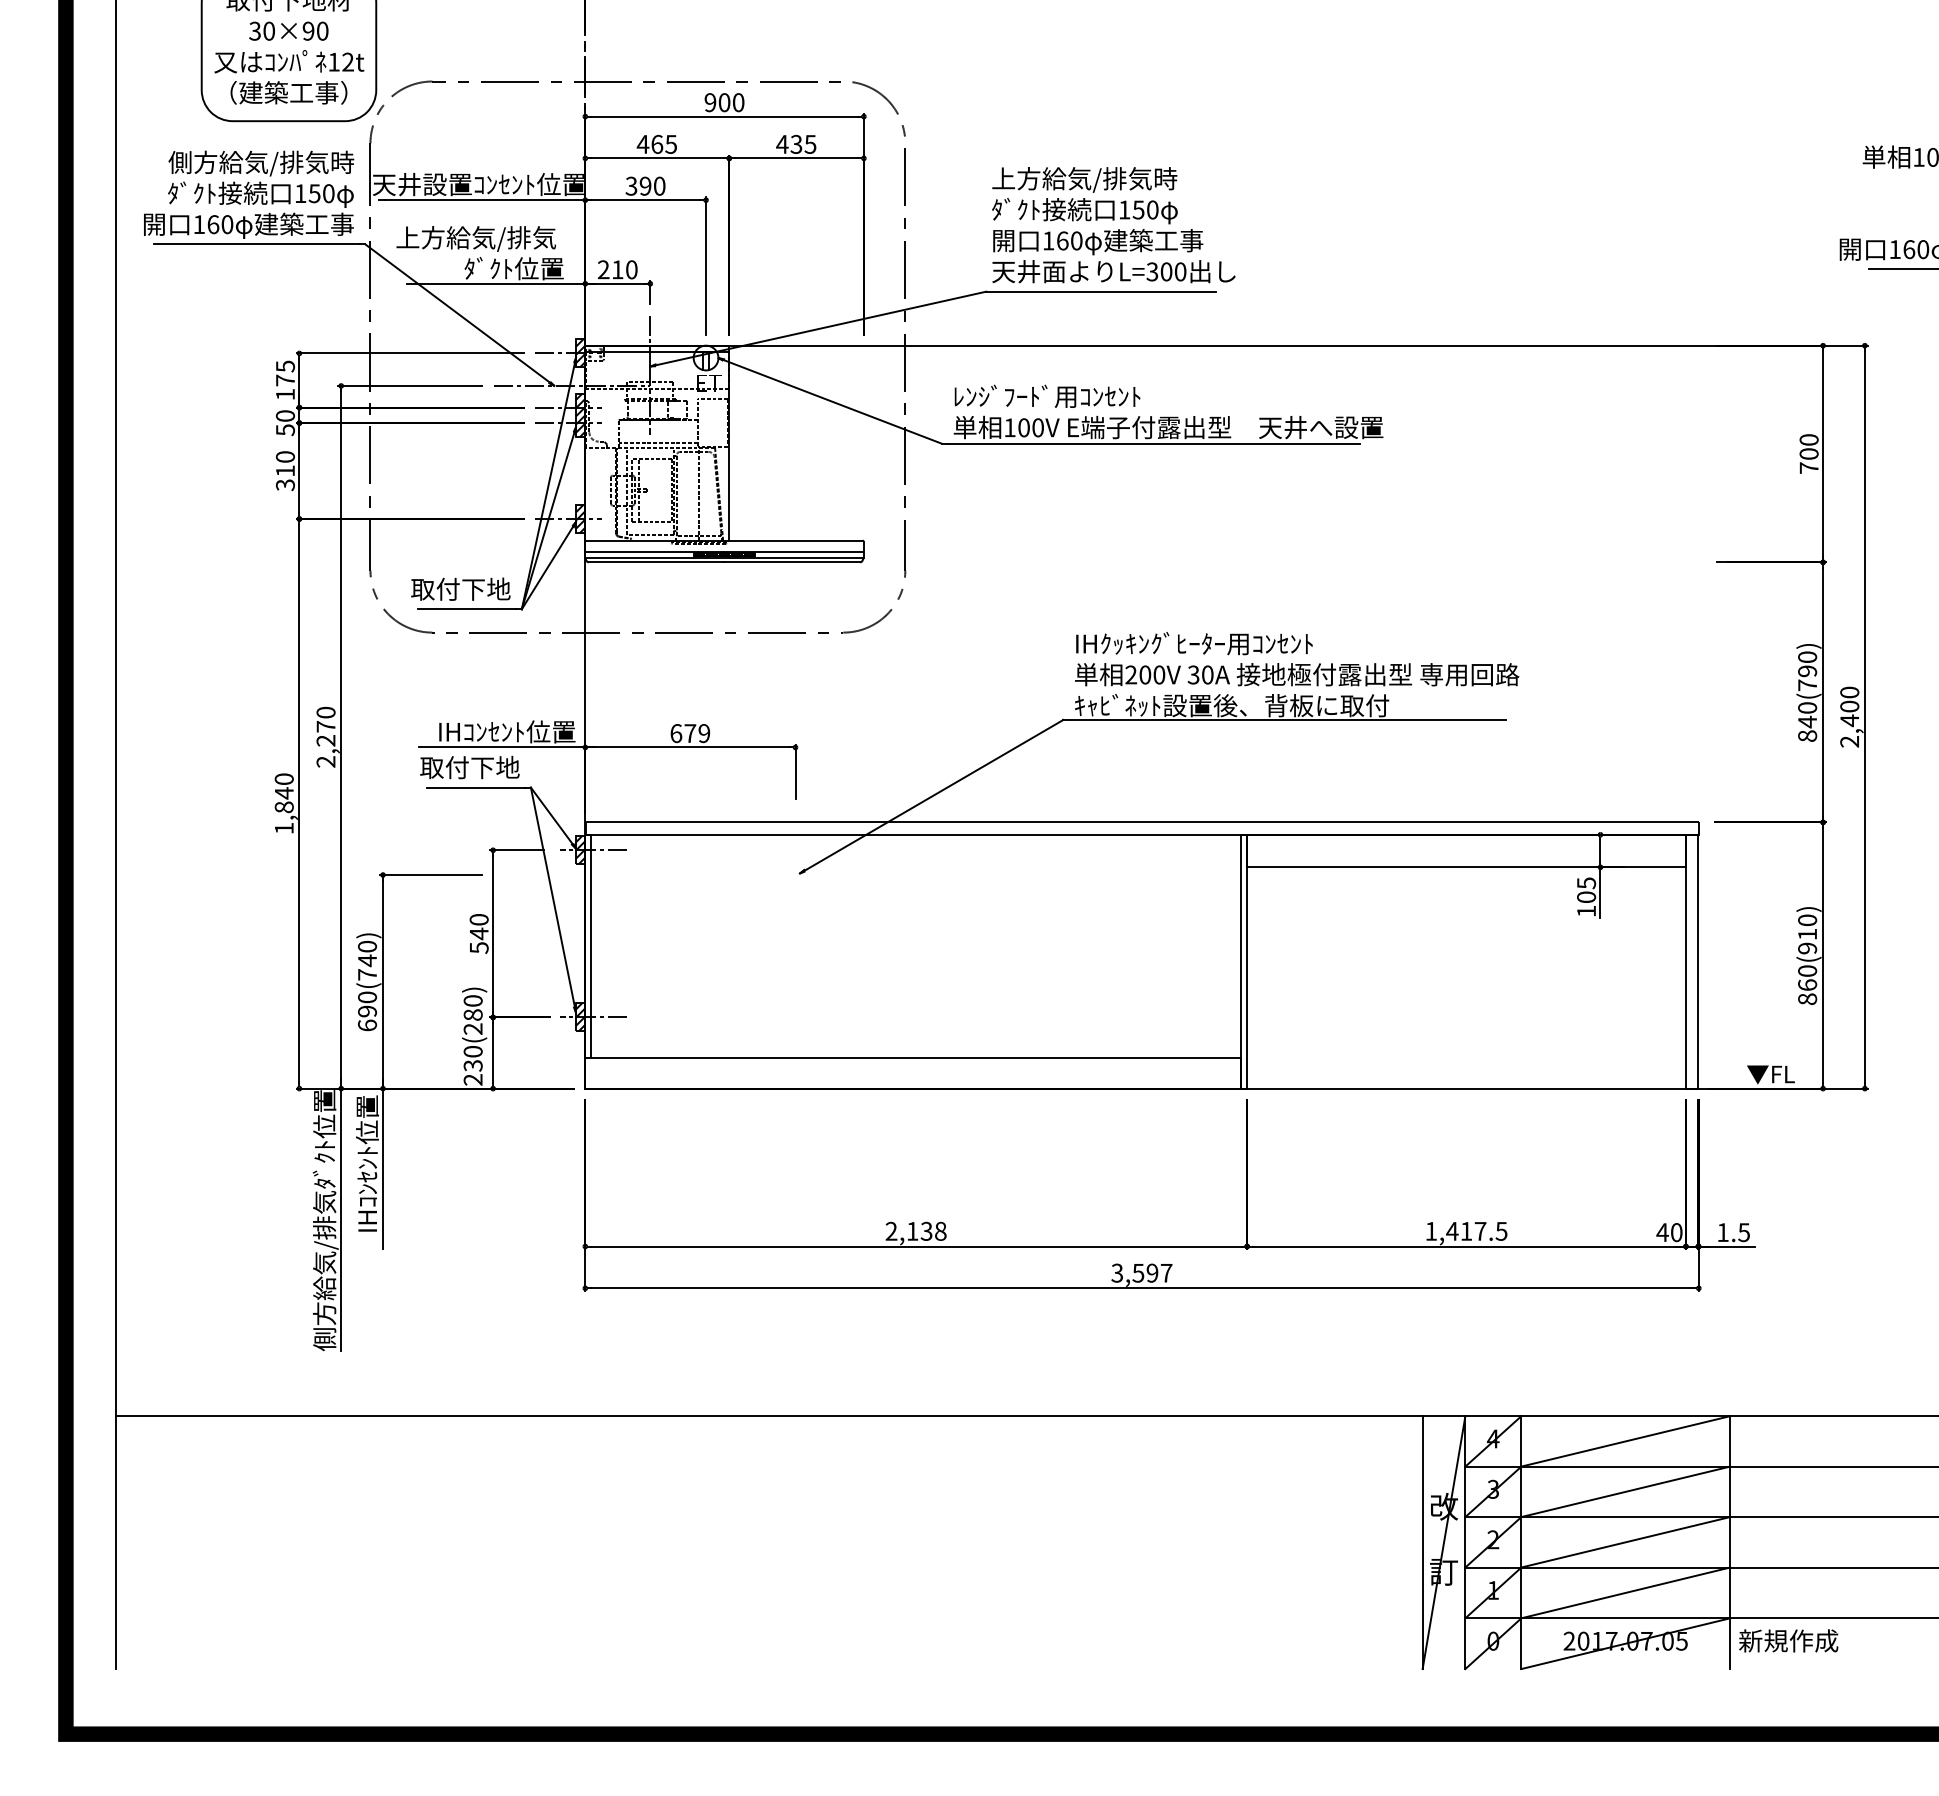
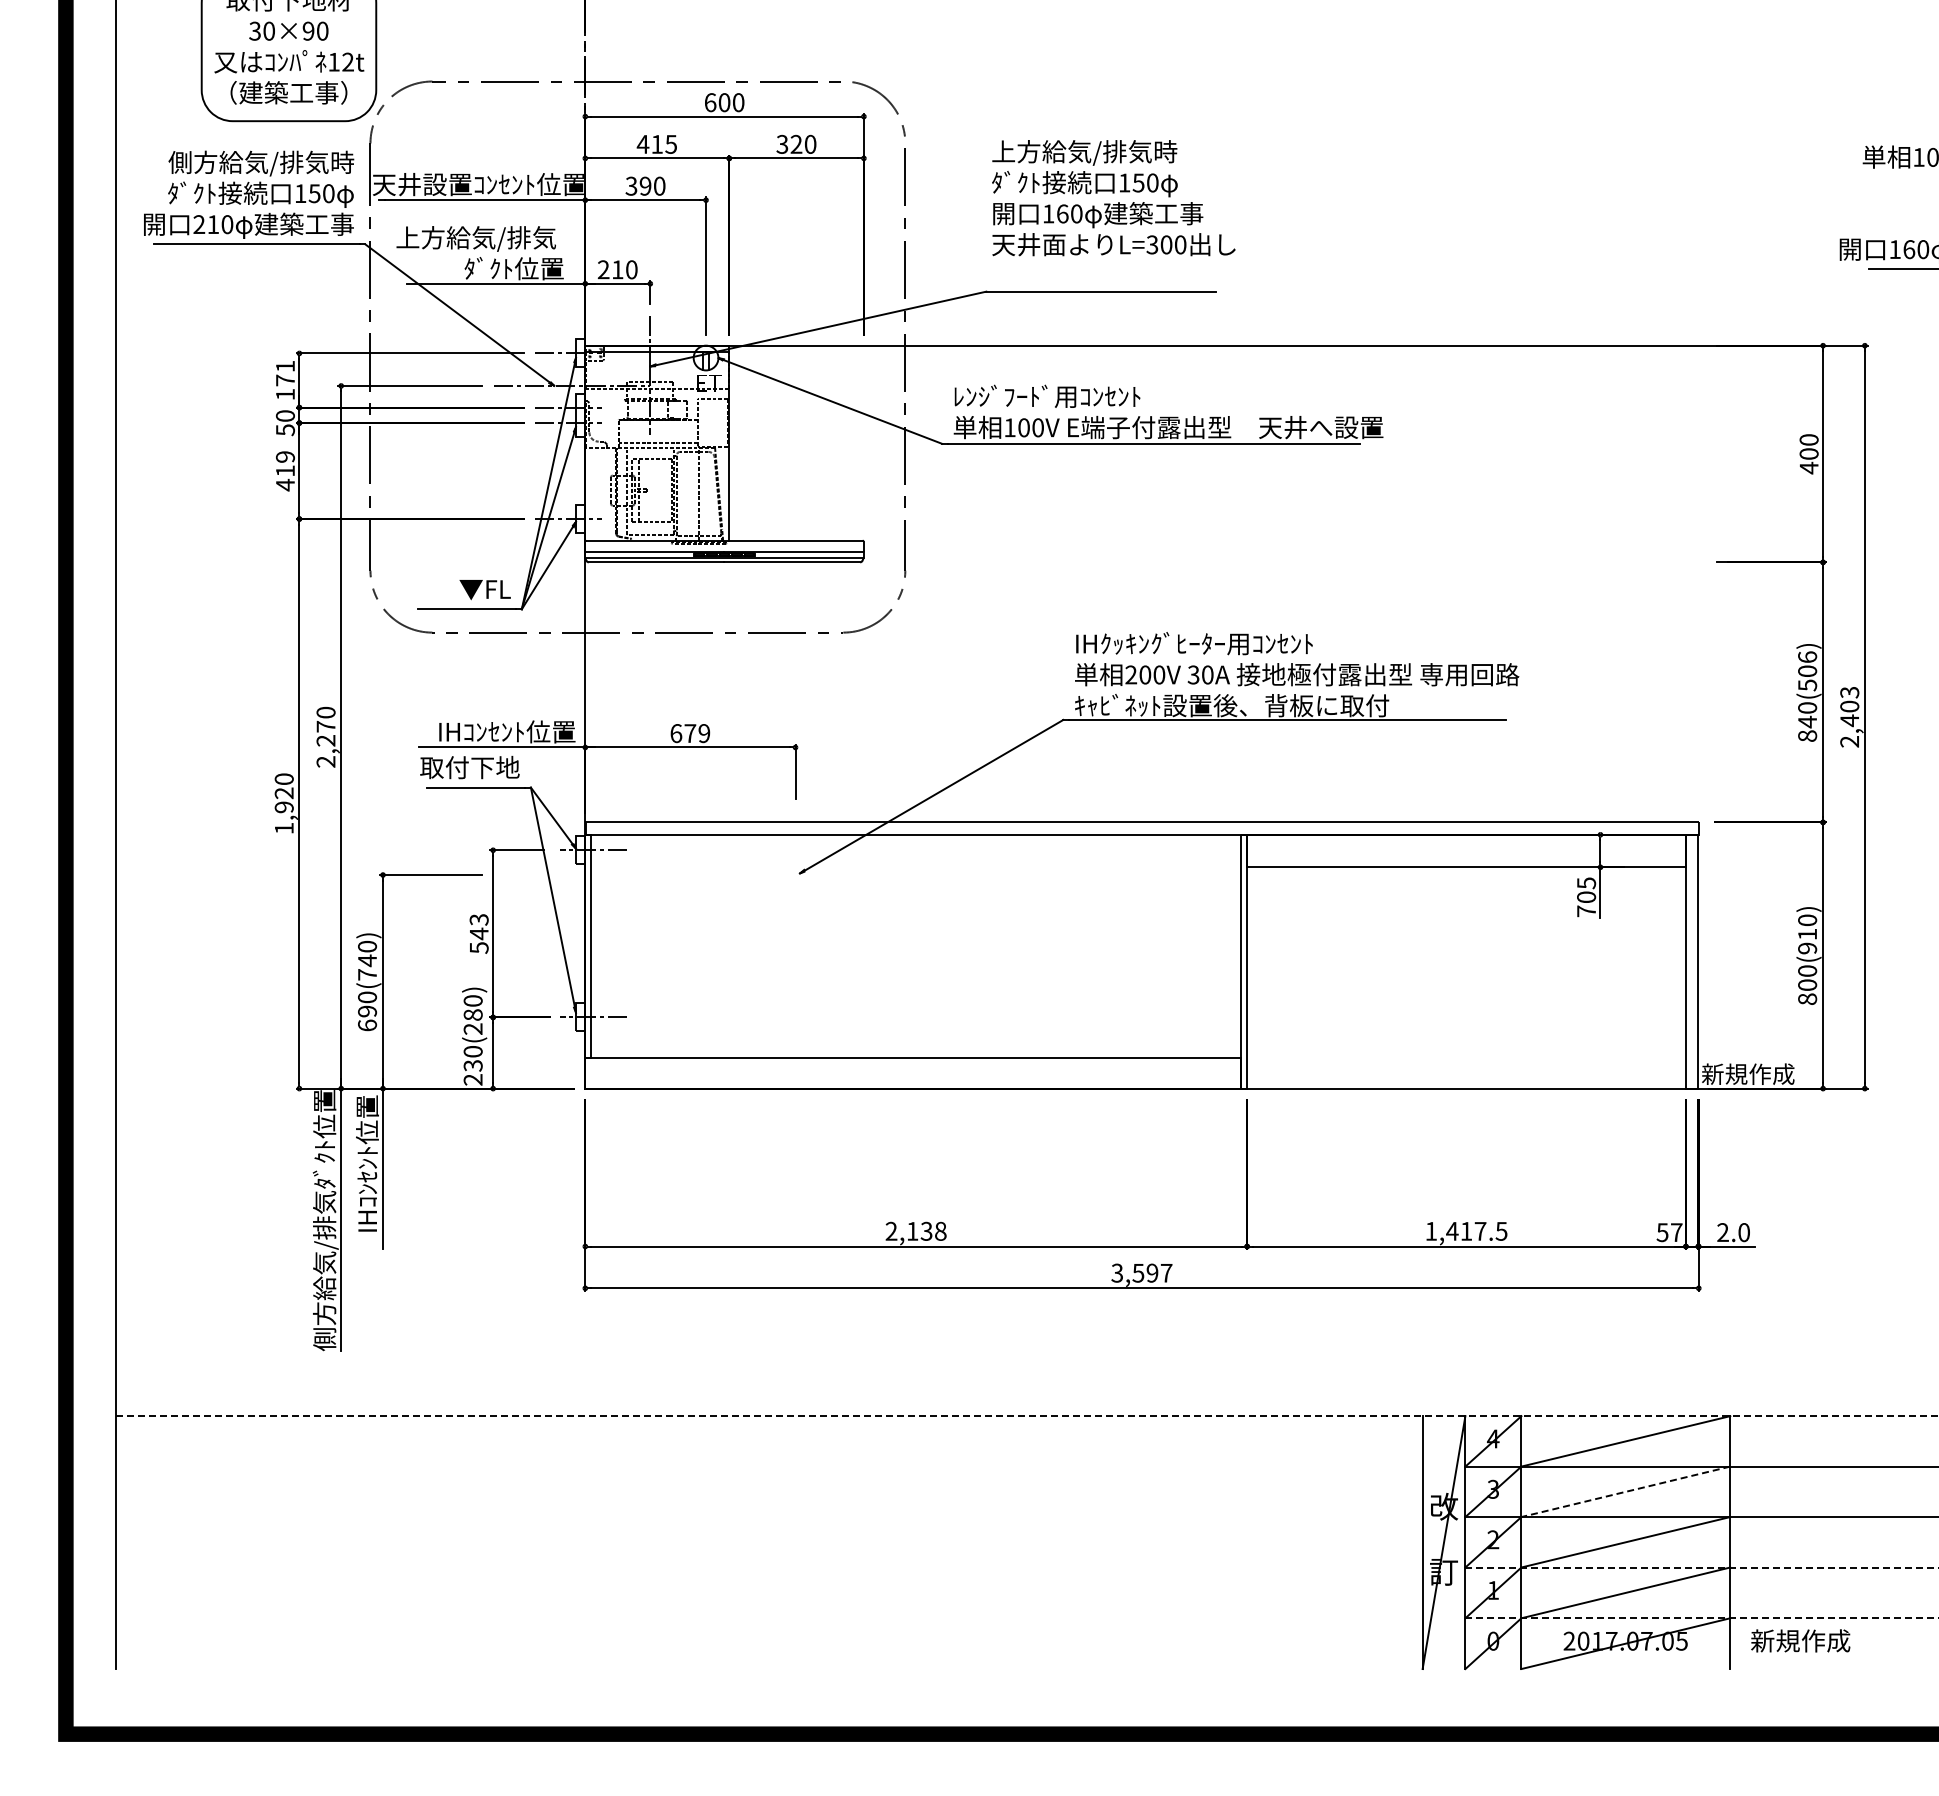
text at (710, 102): 900 -> 600
text at (657, 143): 465 -> 415
text at (796, 143): 435 -> 320
text at (206, 224): 160 -> 210
text at (1113, 225) position: (1113, 225) -> (1113, 198)
hatch at (580, 353): present -> none
text at (285, 366): 175 -> 171
hatch at (580, 414): present -> none
text at (1808, 467): 700 -> 400
text at (285, 471): 310 -> 419
hatch at (580, 518): present -> none
text at (460, 588): 取付下地 -> ▼FL
text at (1807, 671): 840(790) -> 840(506)
text at (1849, 692): 2,400 -> 2,403
text at (283, 800): 1,840 -> 1,920
hatch at (580, 850): present -> none
text at (1586, 911): 105 -> 705
text at (478, 919): 540 -> 543
text at (1807, 984): 860(910) -> 800(910)
hatch at (580, 1017): present -> none
text at (1748, 1073): ▼FL -> 新規作成
text at (1669, 1232): 40 -> 57
text at (1733, 1232): 1.5 -> 2.0
line at (1027, 1416): solid -> dashed
line at (1625, 1491): solid -> dashed
line at (1702, 1567): solid -> dashed
line at (1702, 1618): solid -> dashed
text at (1788, 1640) position: (1788, 1640) -> (1800, 1640)
